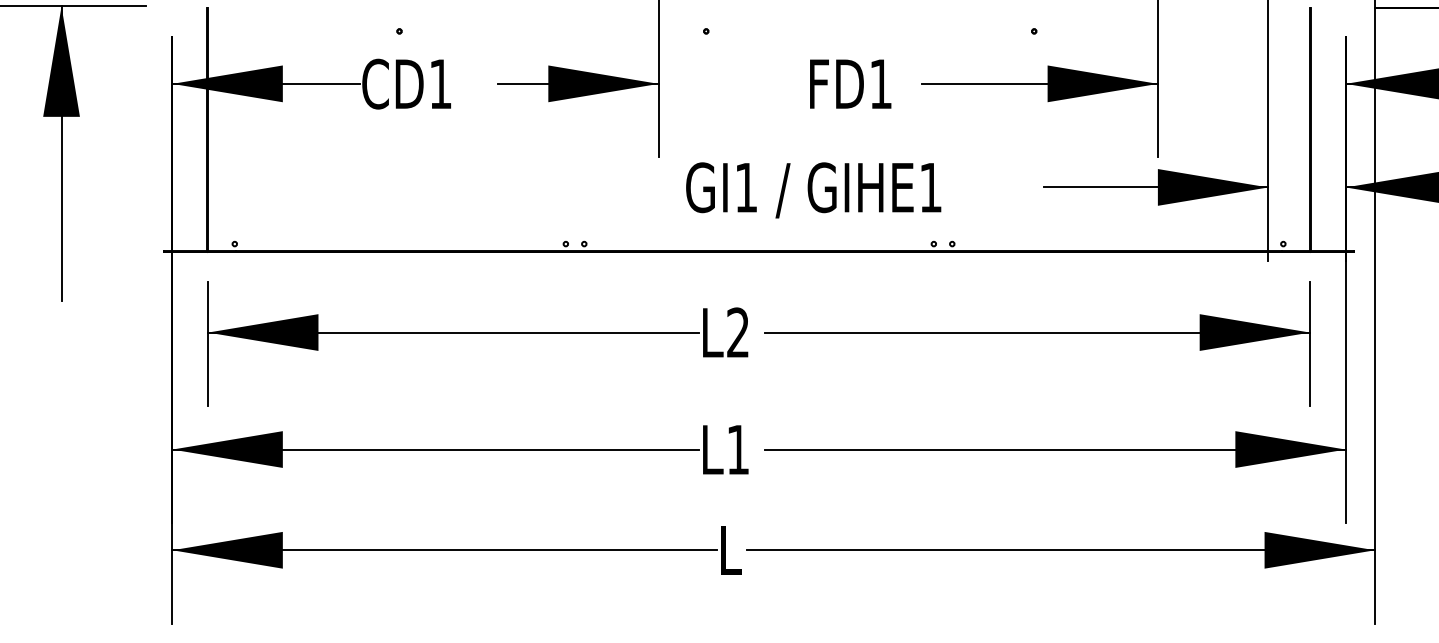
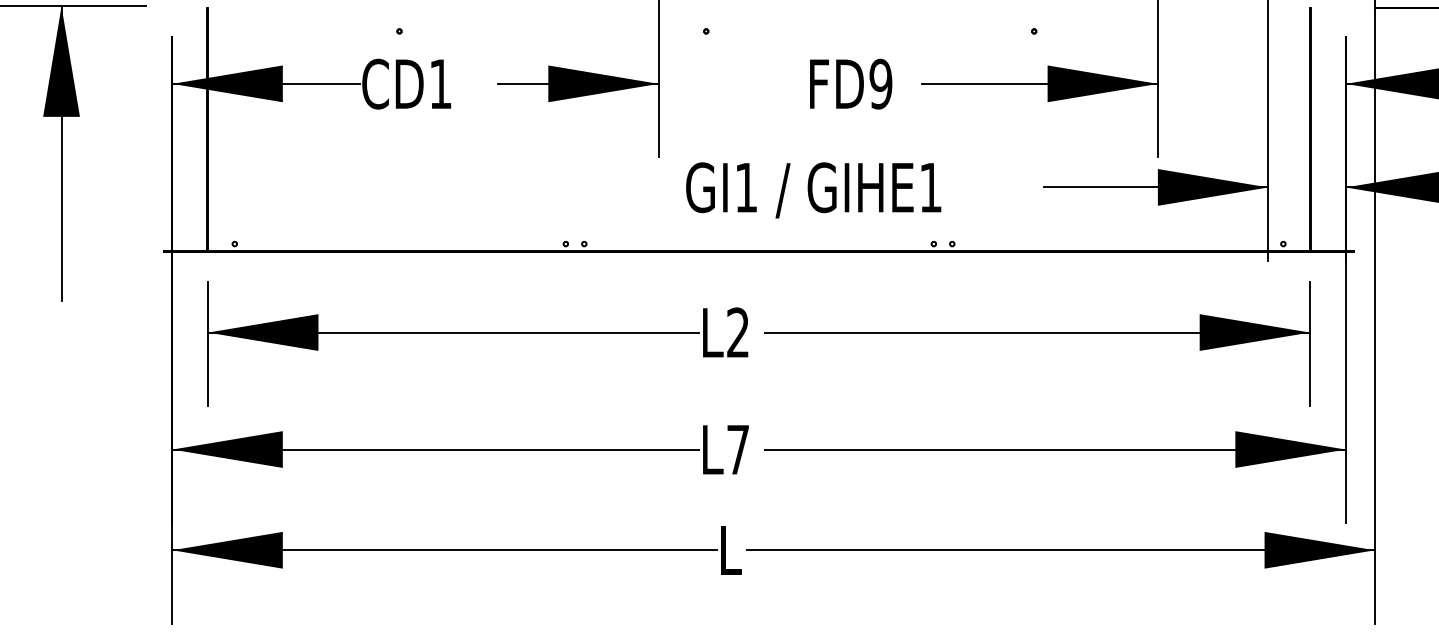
text at (880, 83): FD1 -> FD9
text at (737, 449): L1 -> L7
